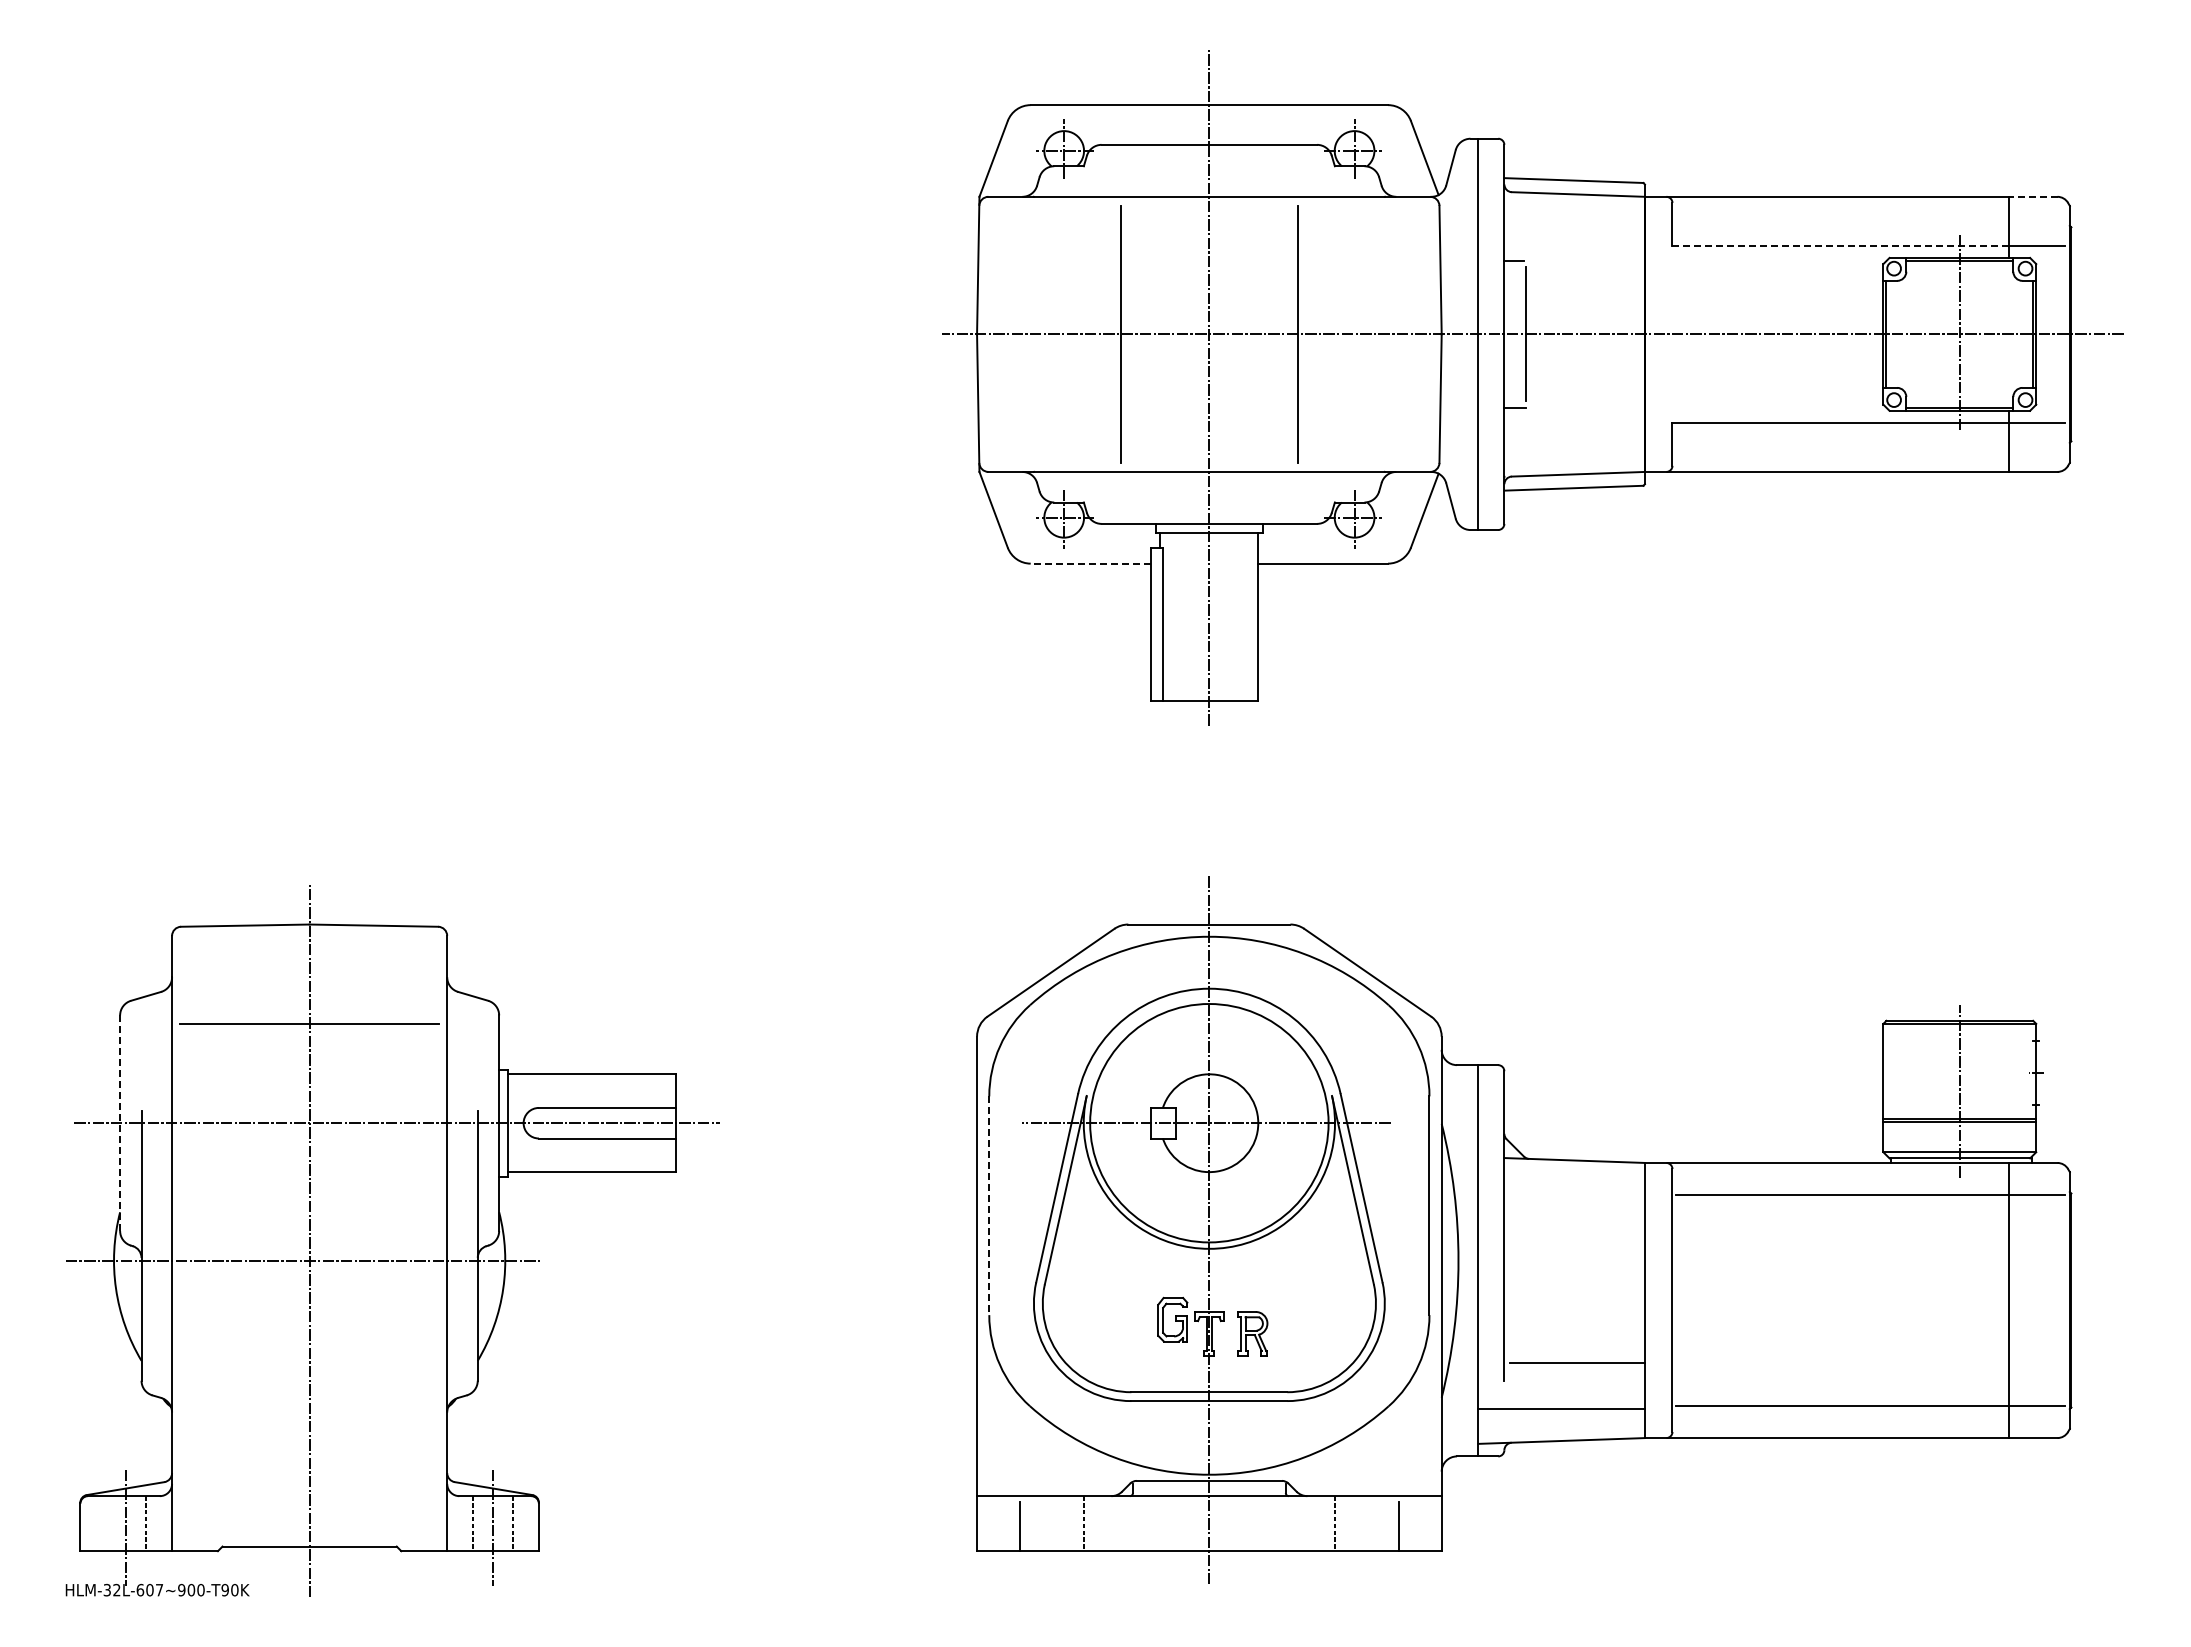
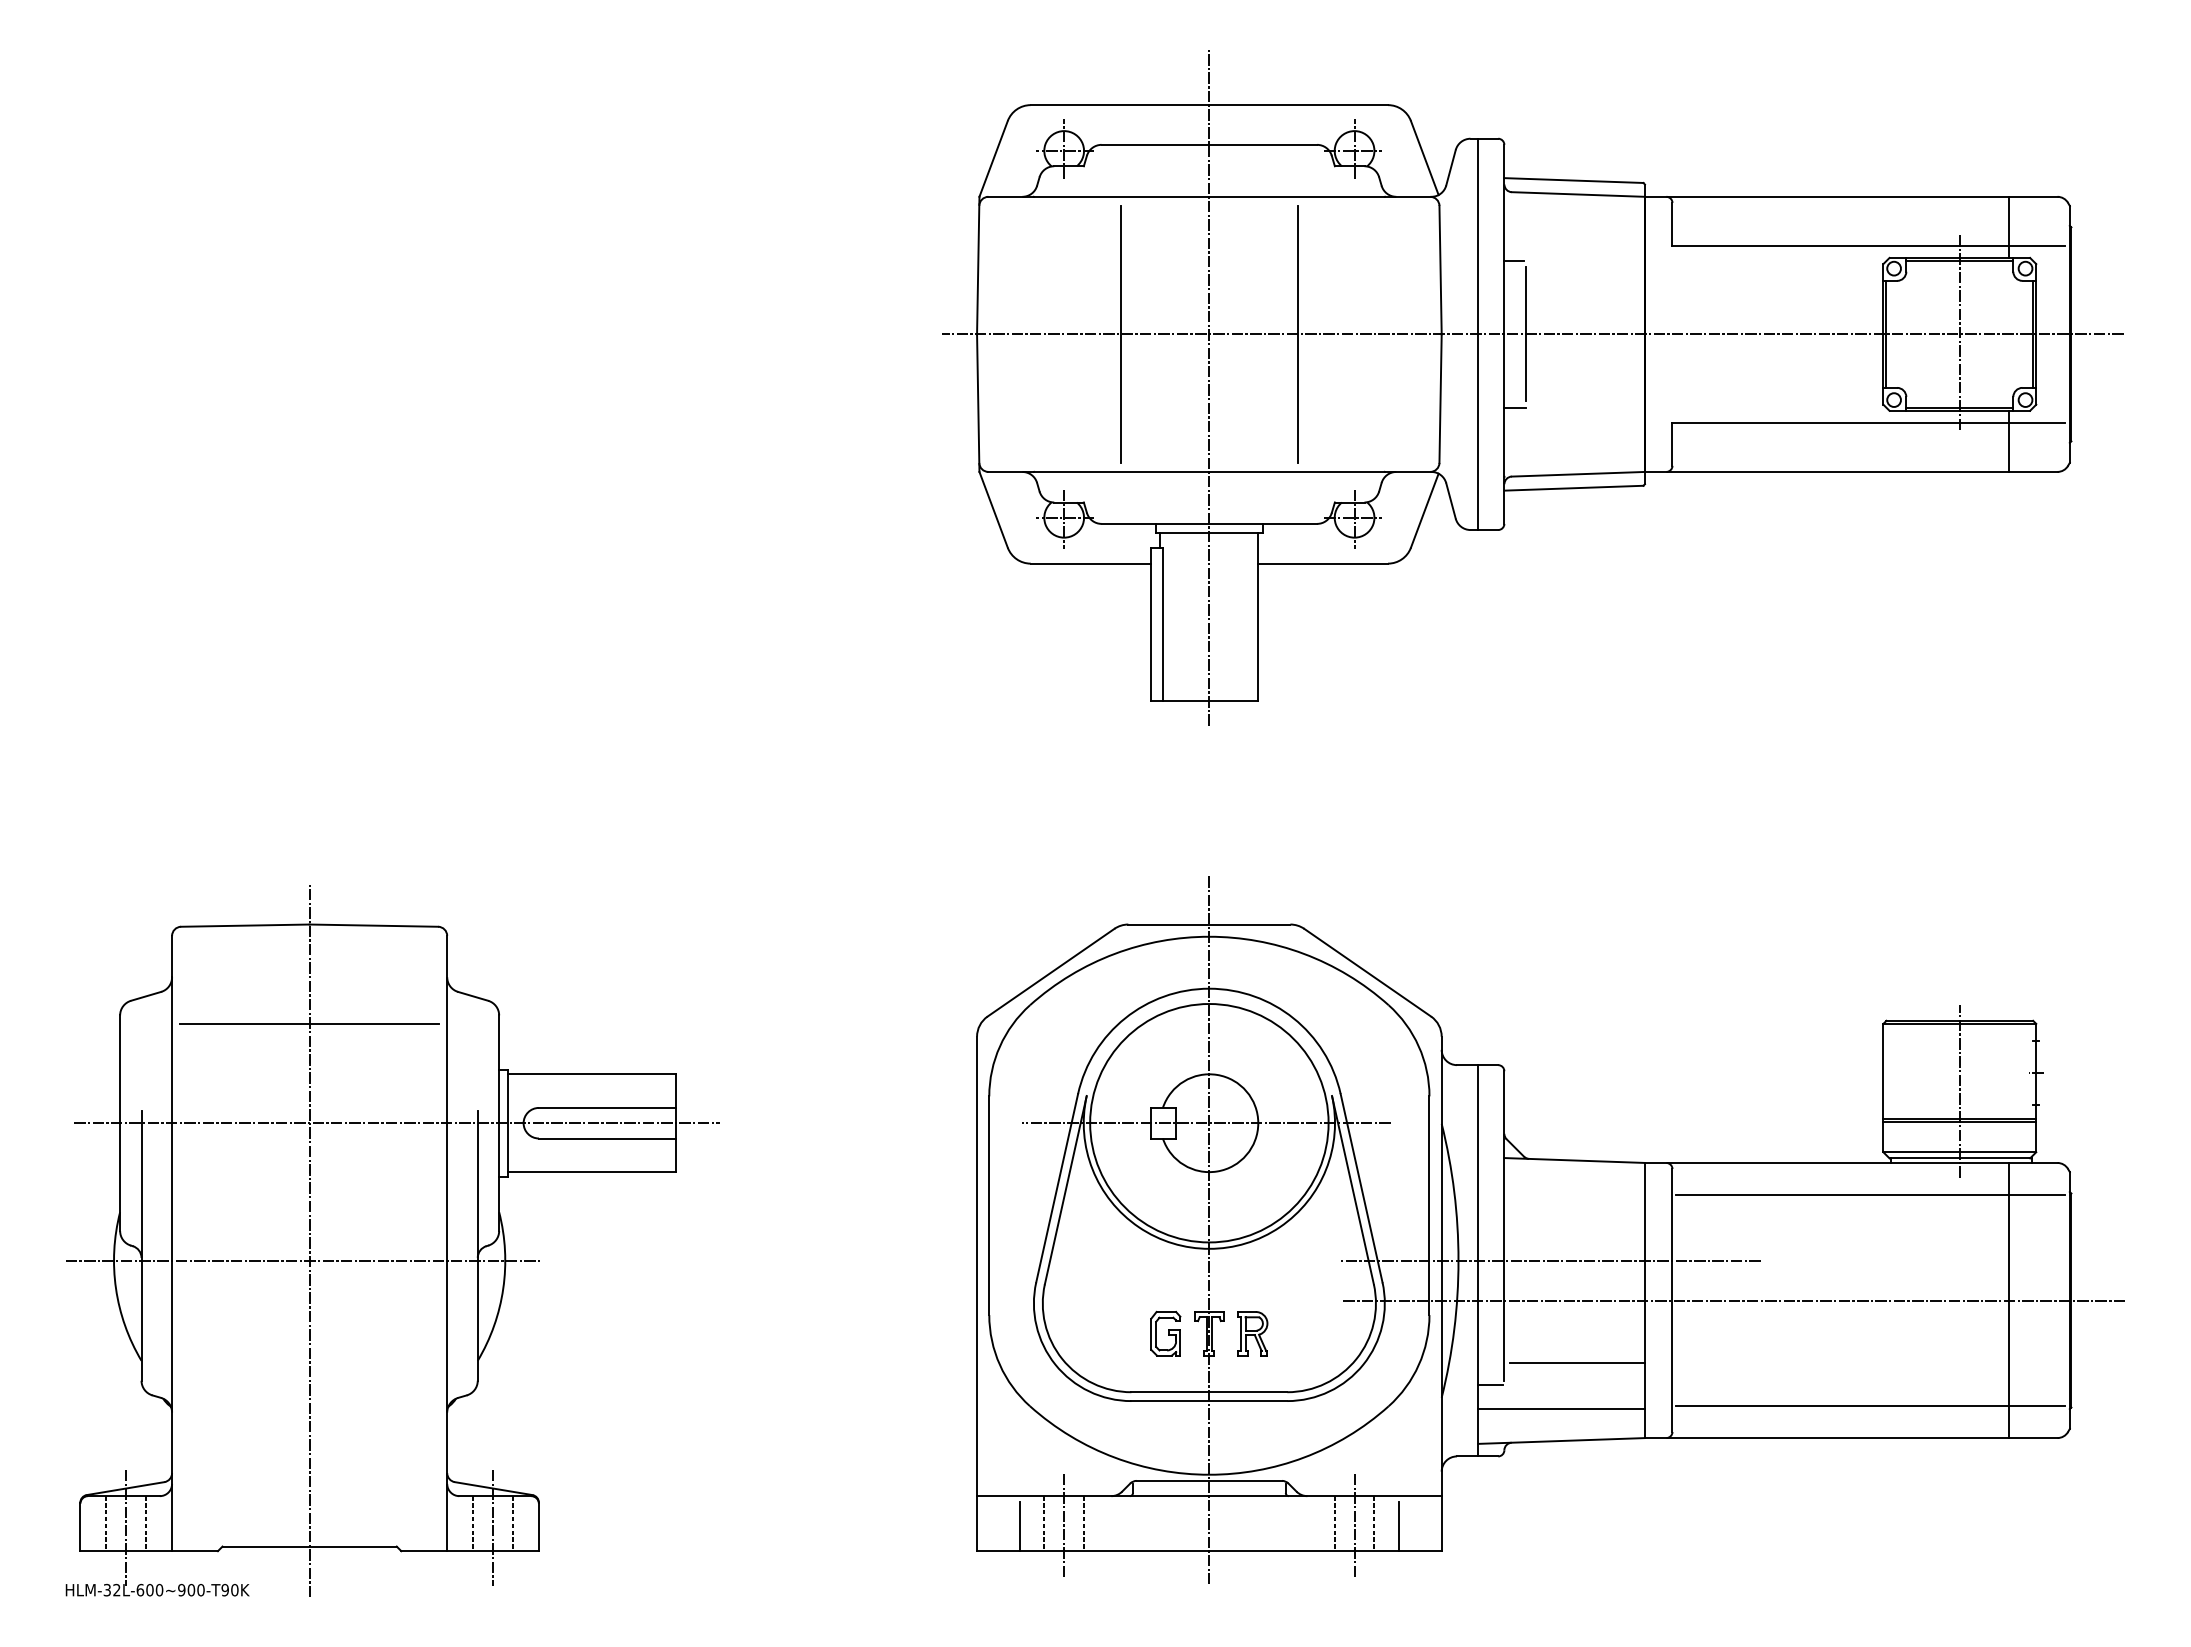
line at (2032, 196): dashed -> solid
line at (1840, 245): dashed -> solid
line at (1090, 563): dashed -> solid
line at (120, 1123): dashed -> solid
line at (989, 1206): dashed -> solid
line at (1550, 1260): none -> present
line at (1733, 1300): none -> present
part at (1172, 1319) position: (1172, 1319) -> (1165, 1333)
line at (1490, 1384): none -> present
line at (106, 1523): none -> present
line at (1044, 1523): none -> present
line at (1374, 1523): none -> present
line at (1064, 1525): none -> present
line at (1354, 1525): none -> present
text at (159, 1589): HLM-32L-607~900-T90K -> HLM-32L-600~900-T90K
